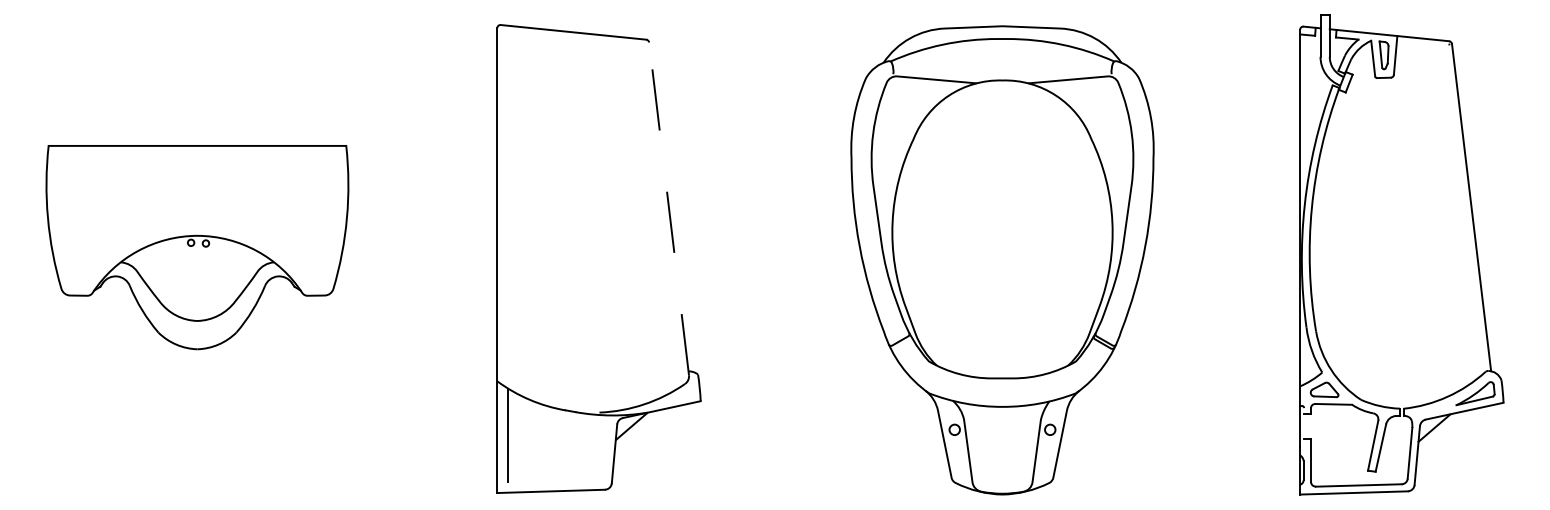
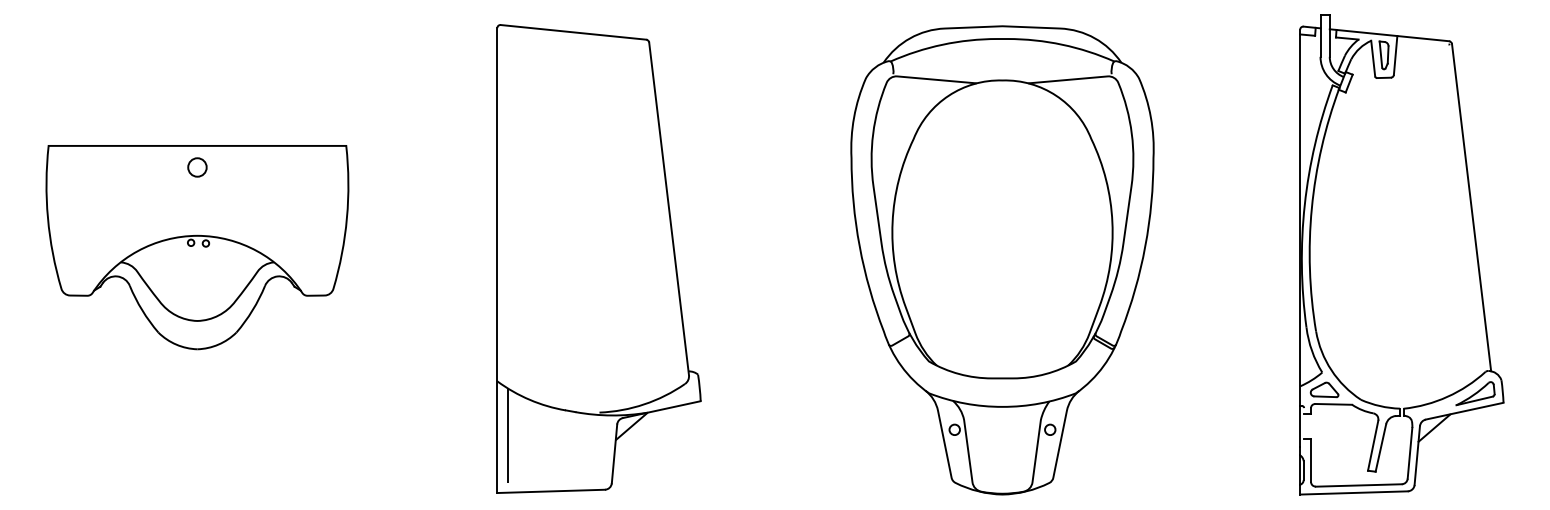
circle at (197, 167): none -> present
line at (669, 208): dashed -> solid
